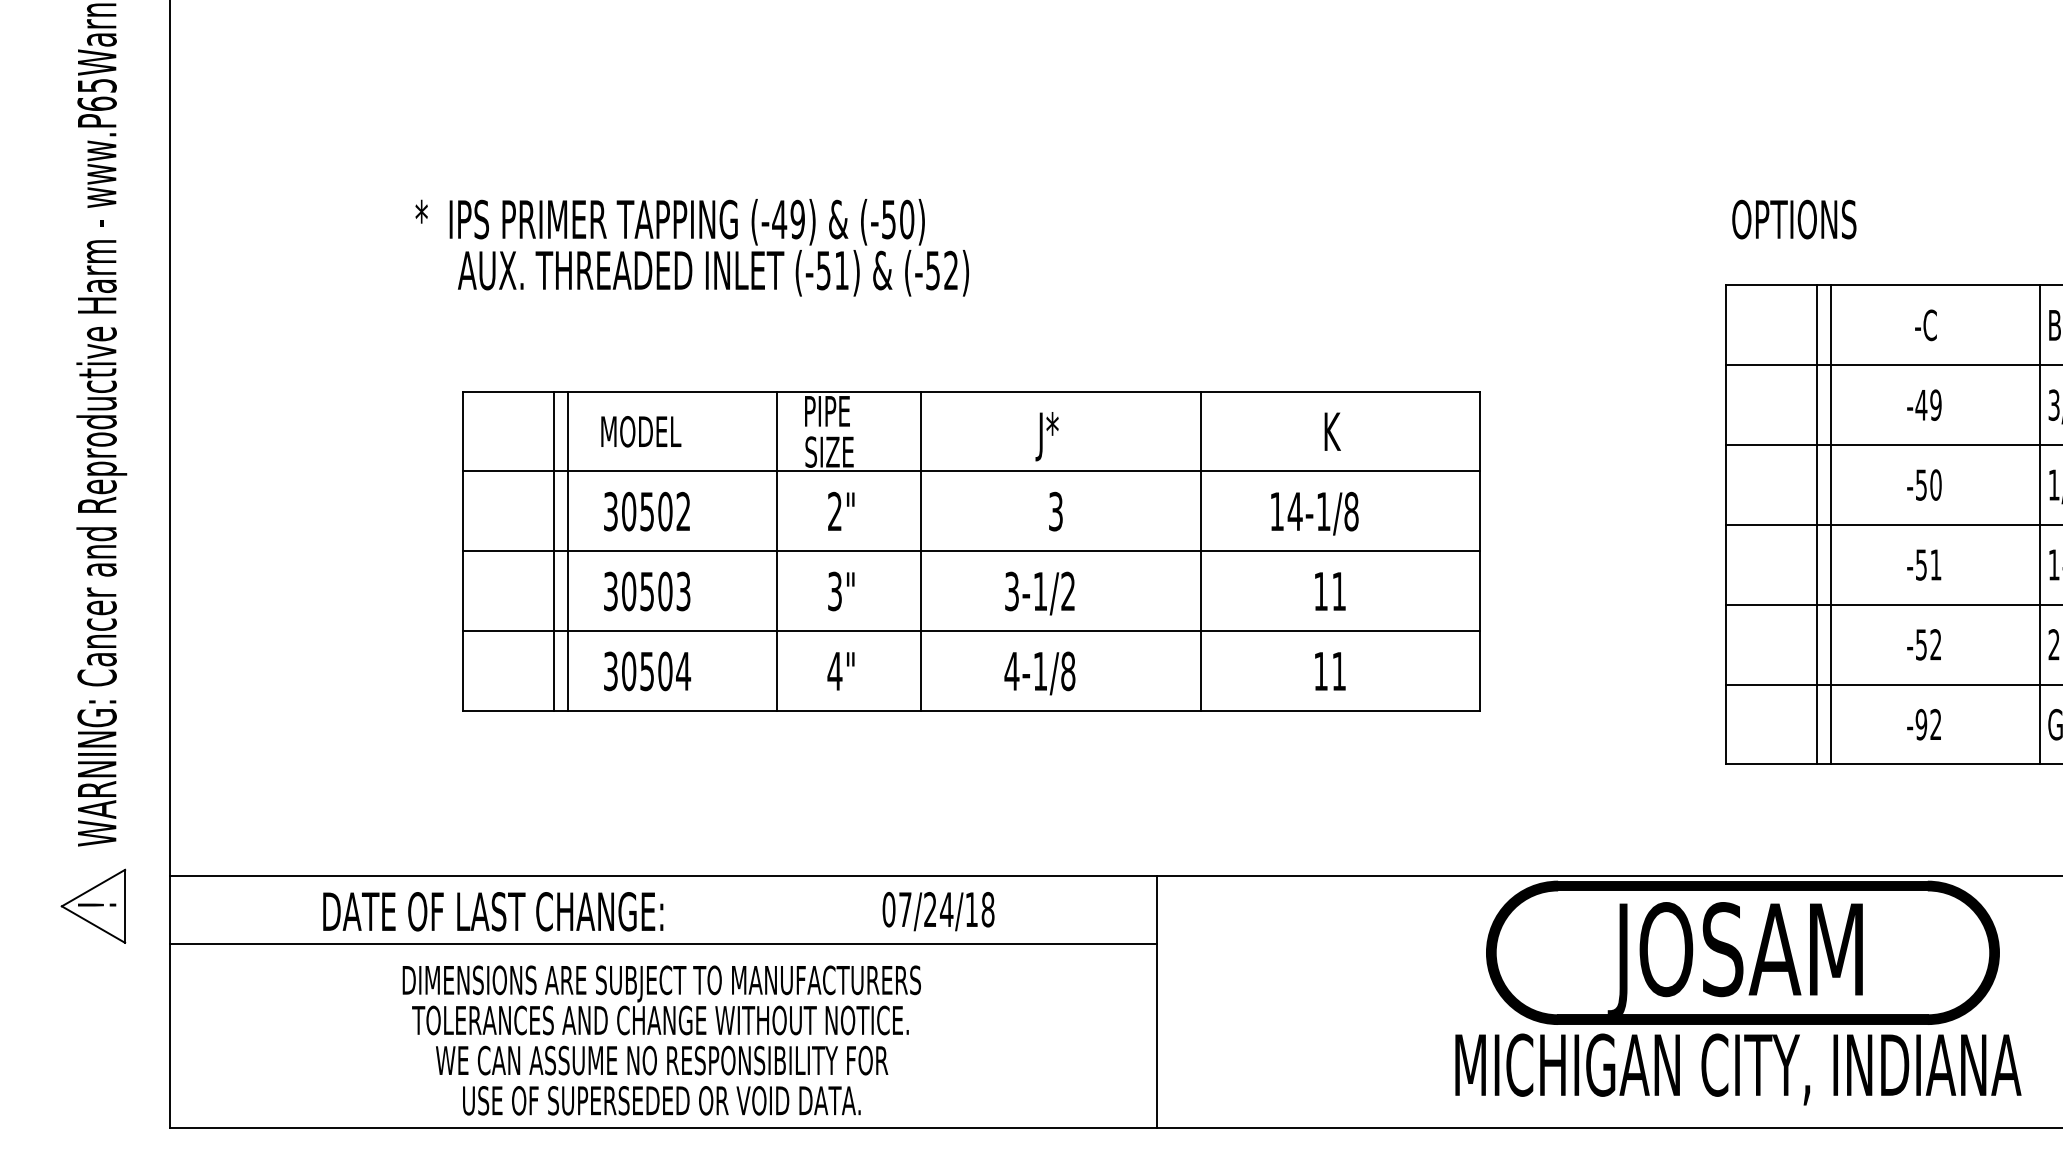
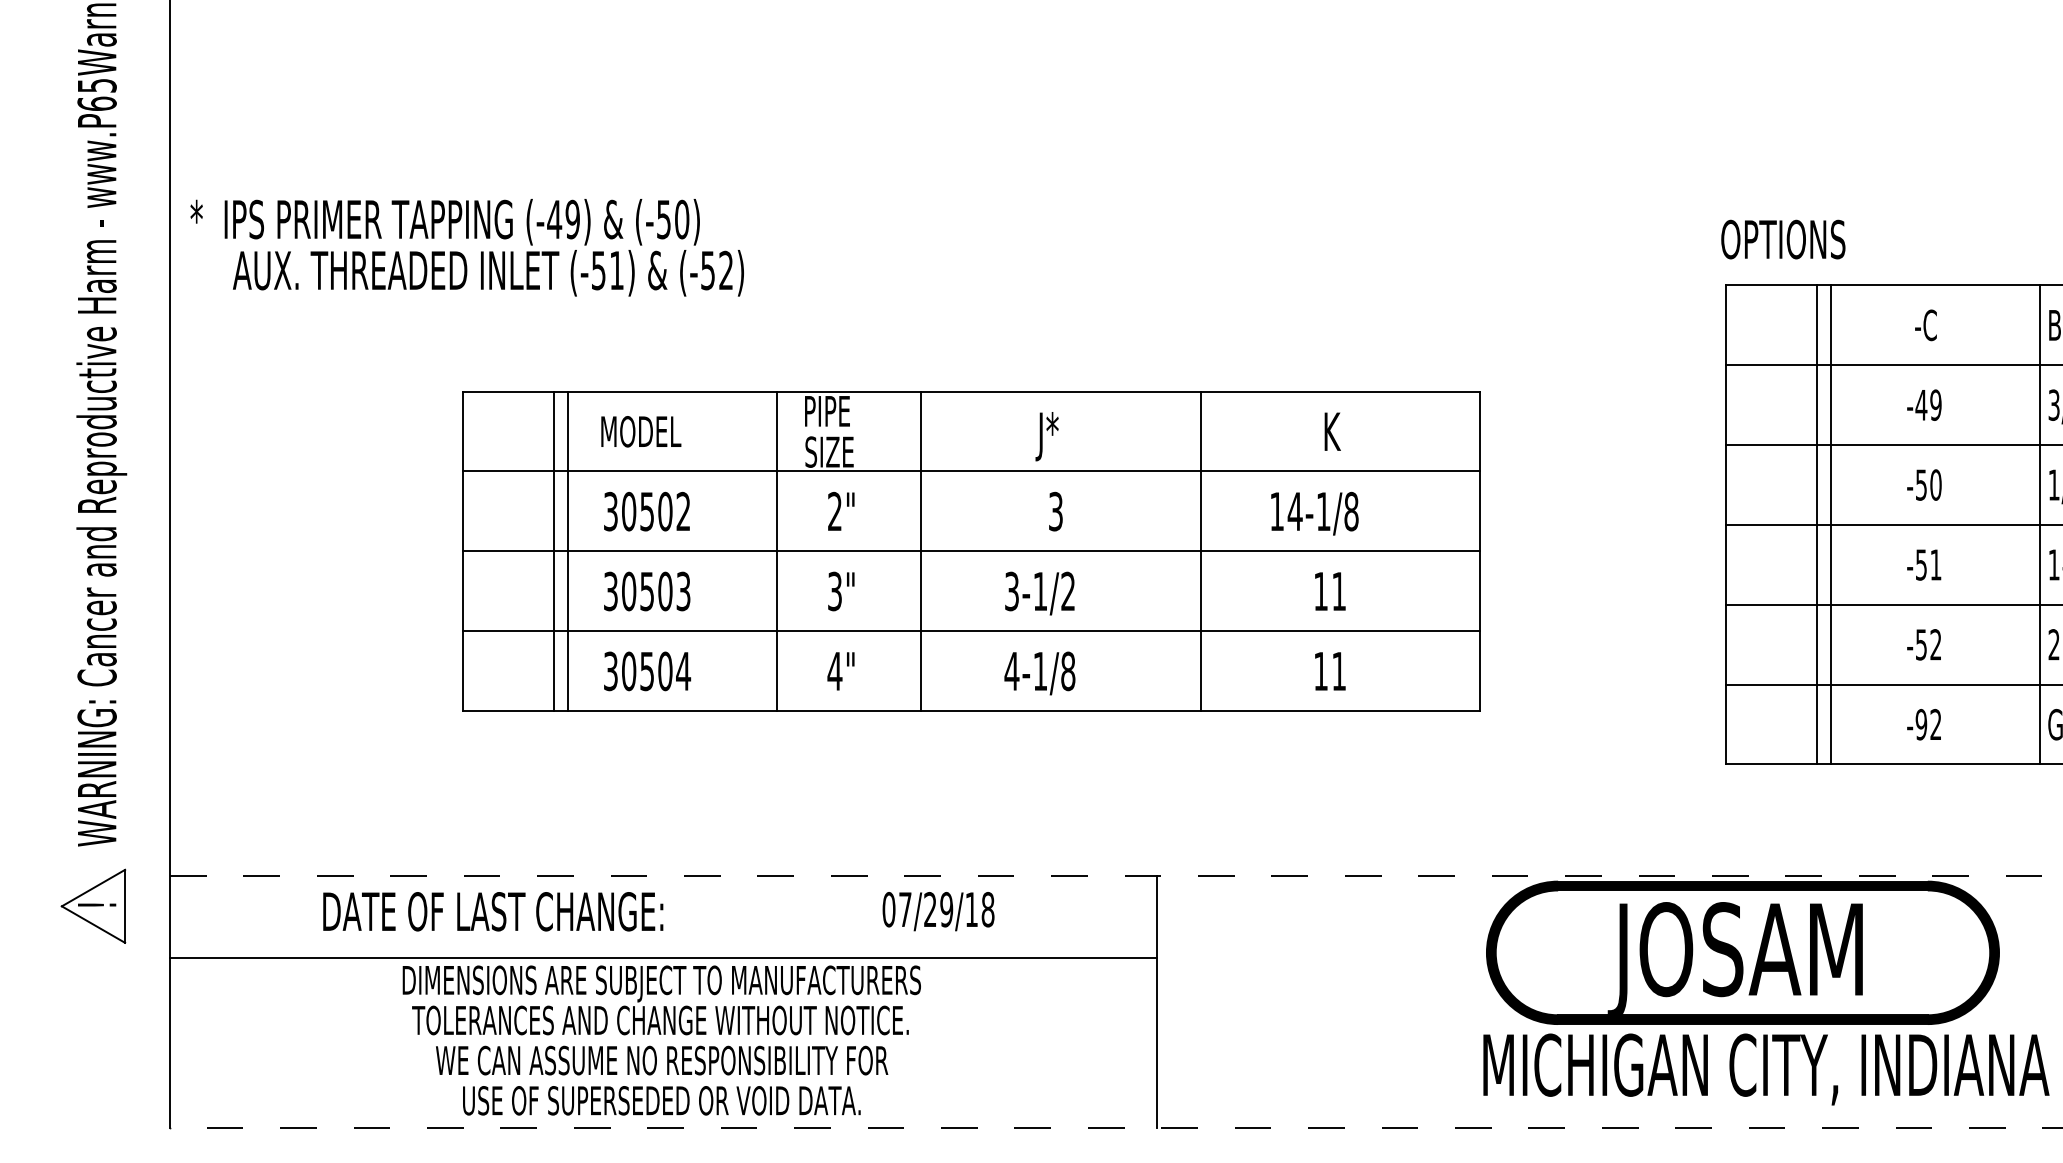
text at (1794, 219) position: (1794, 219) -> (1783, 239)
text at (691, 247) position: (691, 247) -> (466, 247)
line at (1116, 875): solid -> dashed
text at (946, 909): 07/24/18 -> 07/29/18
line at (663, 944) position: (663, 944) -> (663, 958)
text at (1738, 1069) position: (1738, 1069) -> (1766, 1069)
line at (1115, 1128): solid -> dashed
